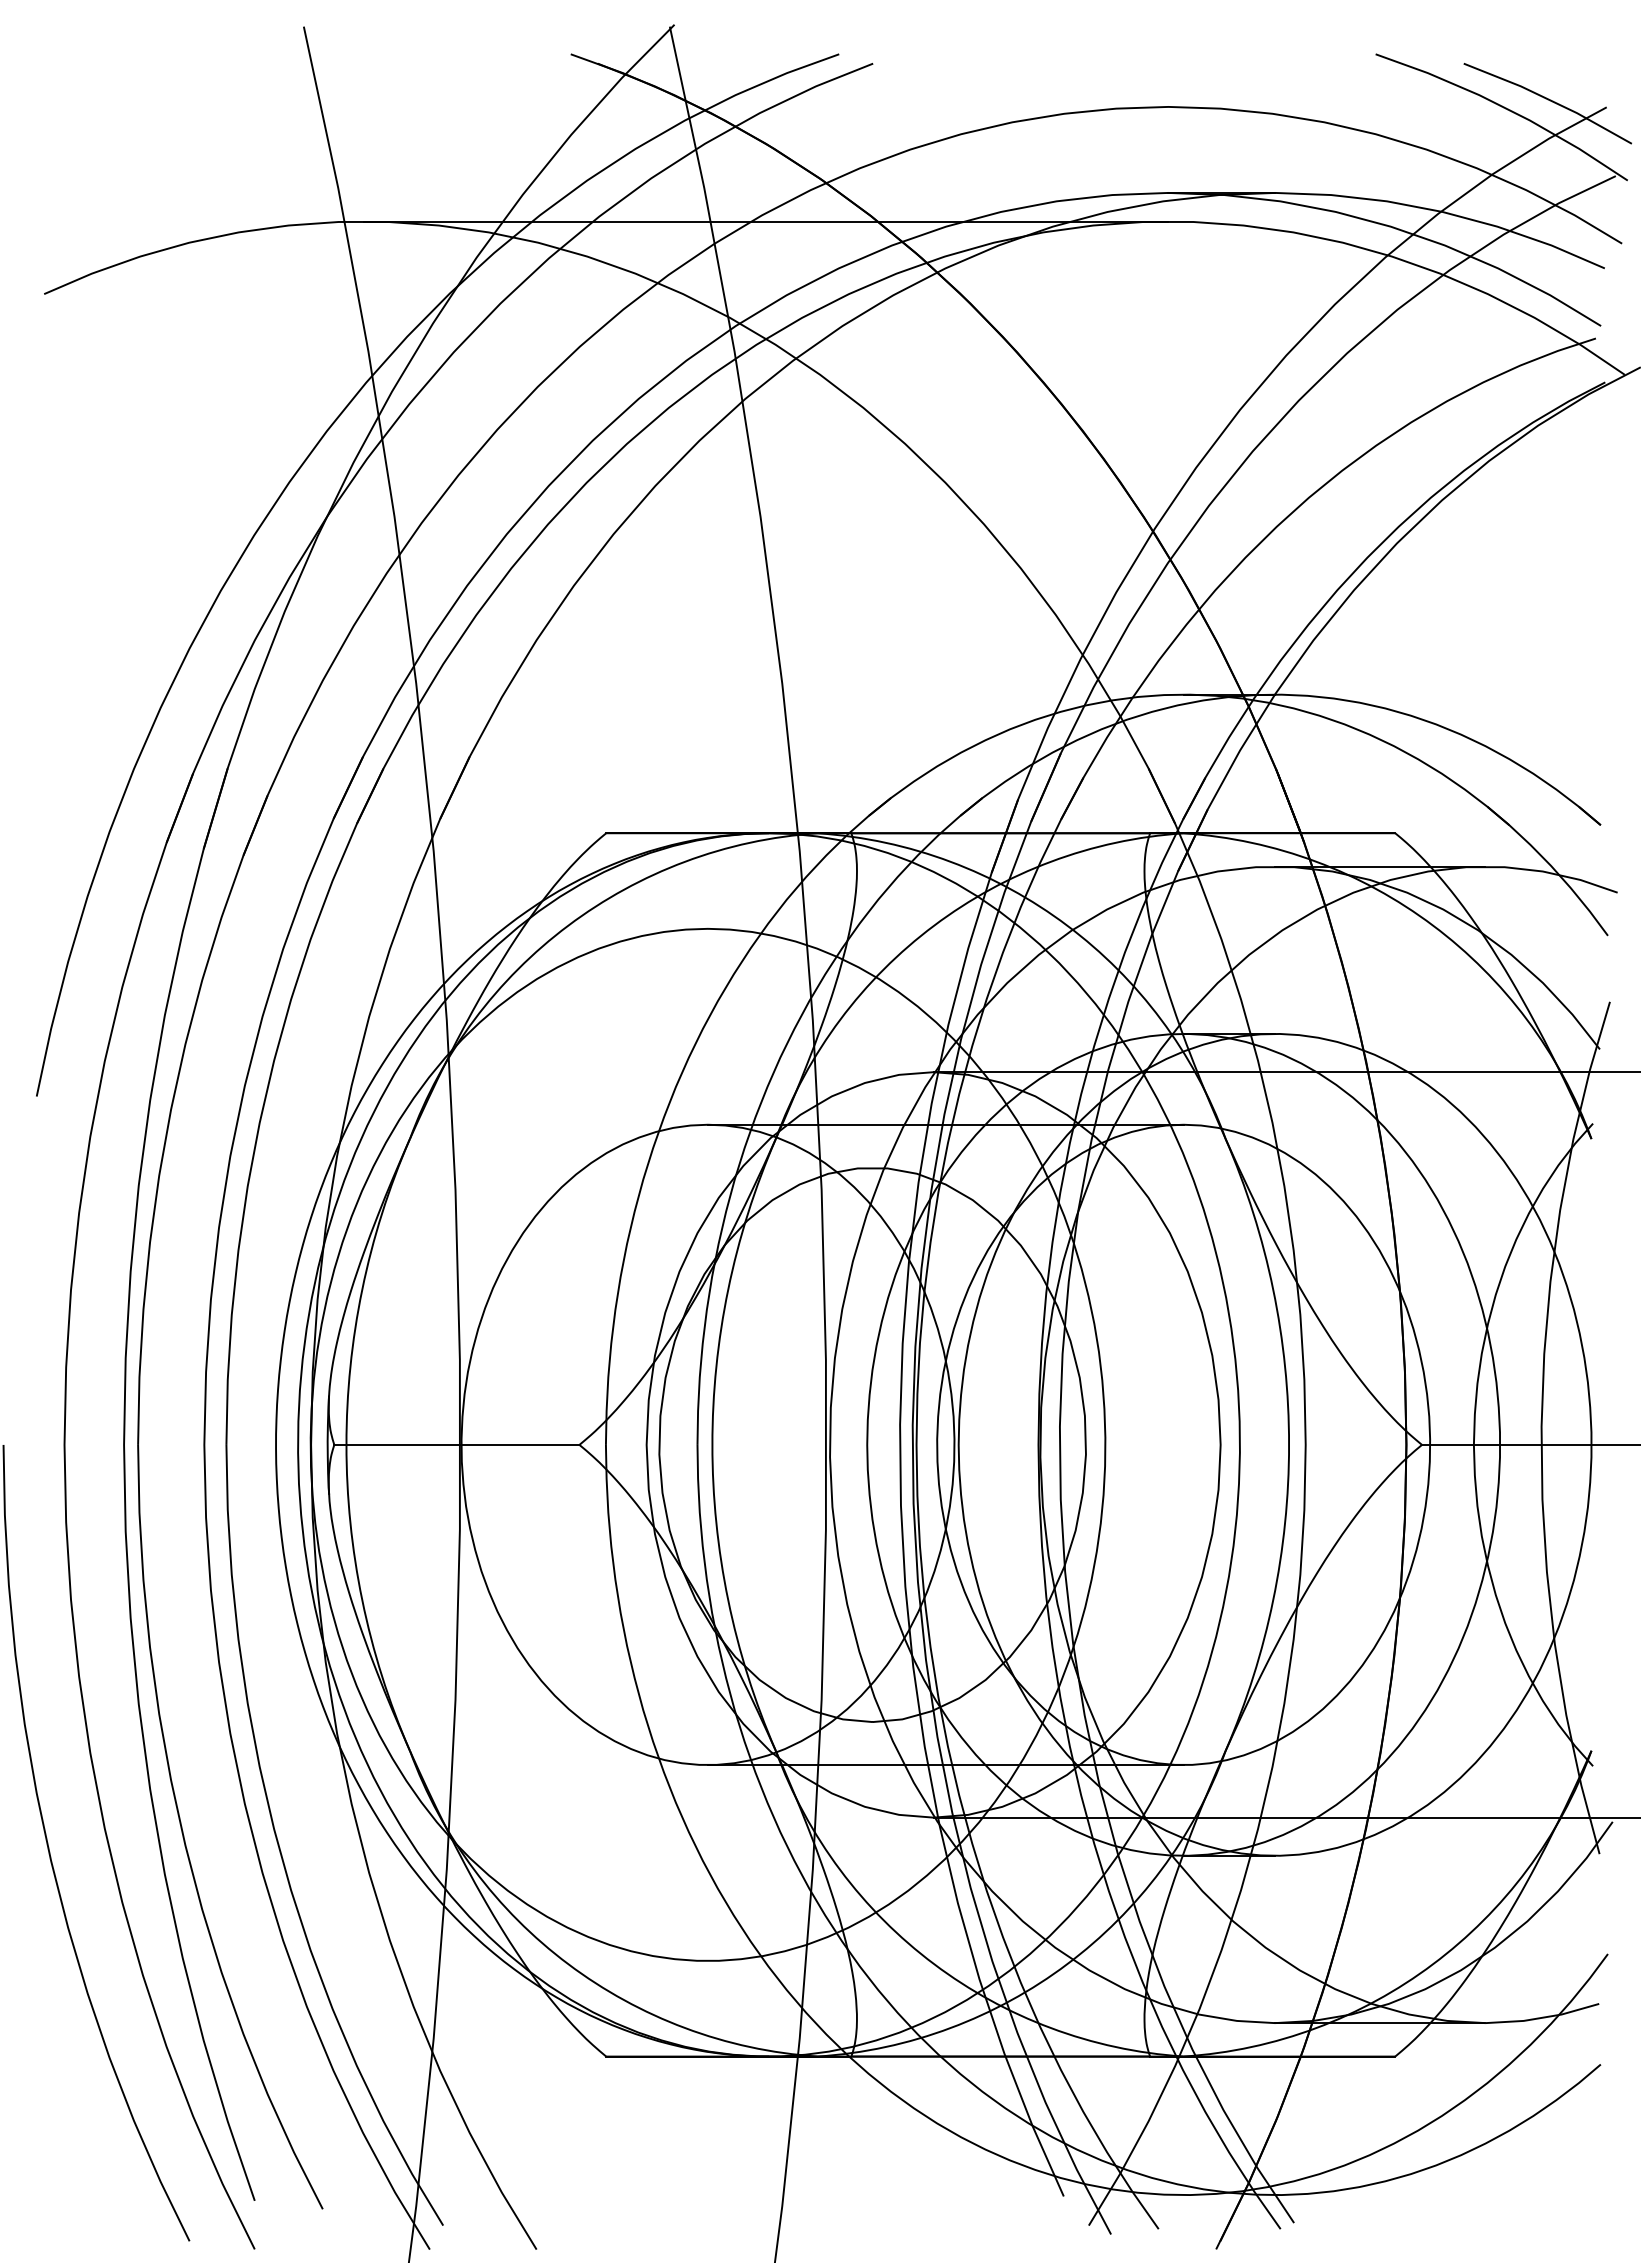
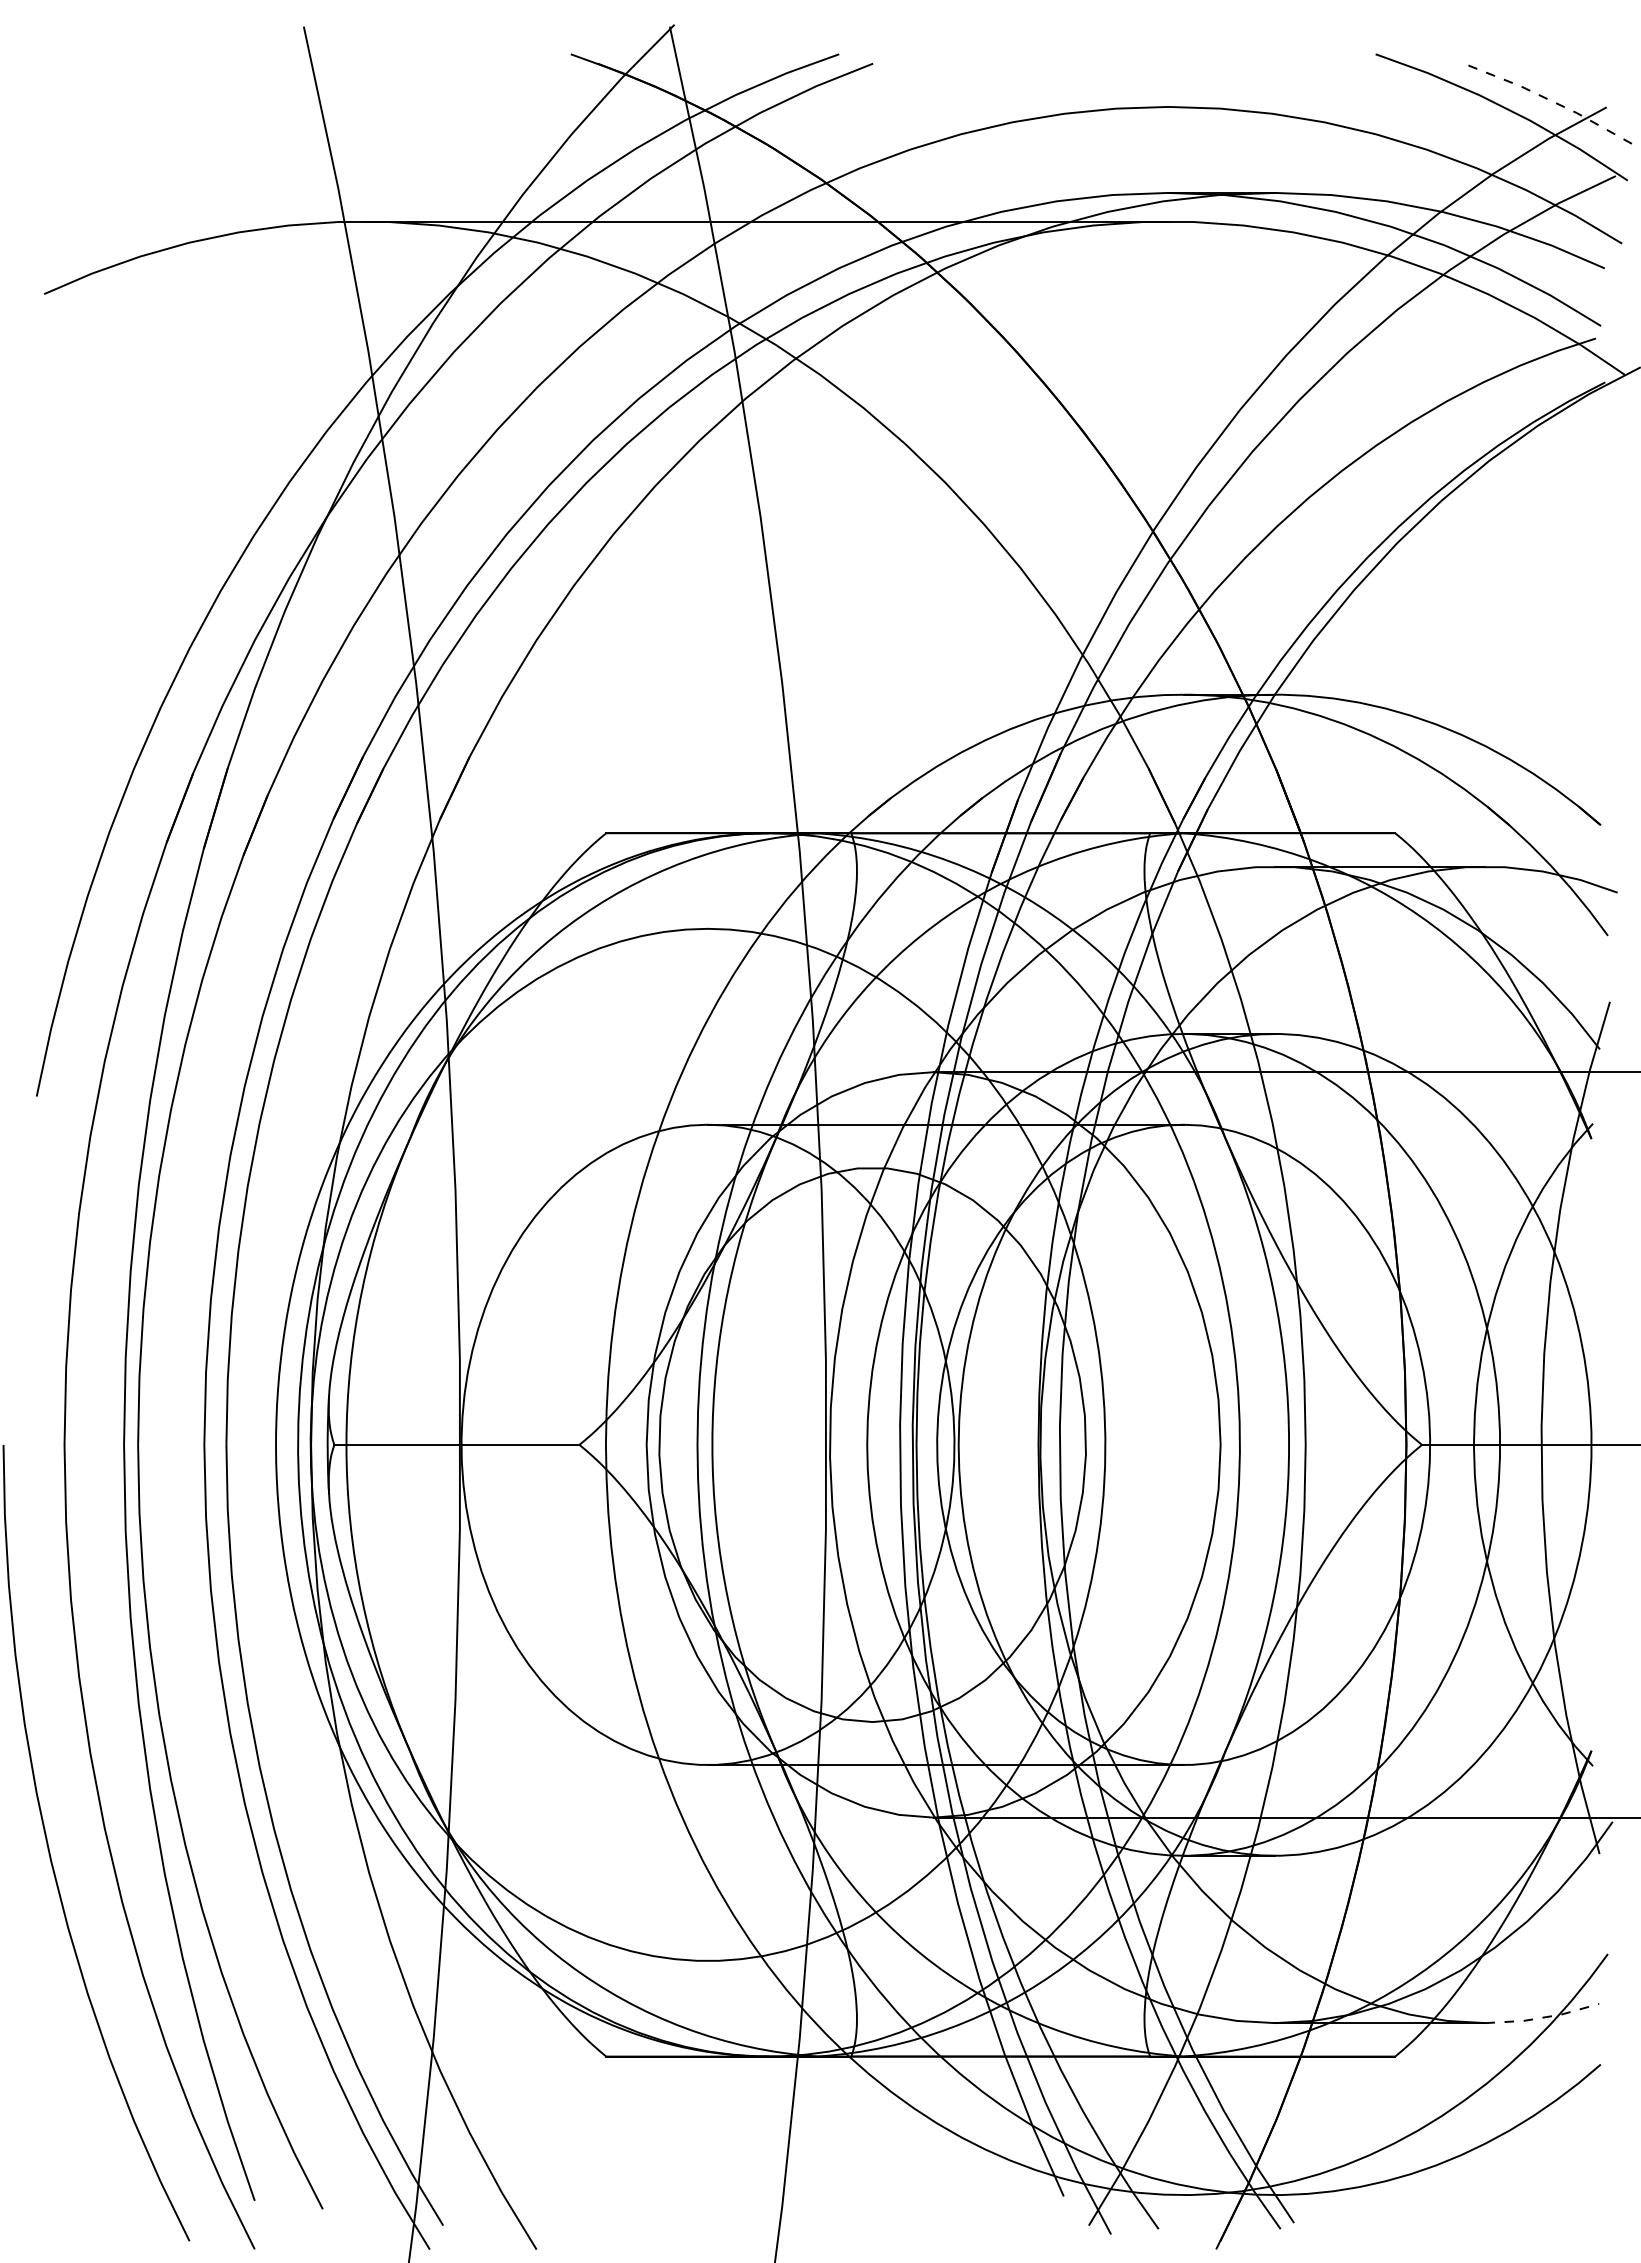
line at (1549, 99): solid -> dashed
line at (1543, 2017): solid -> dashed
